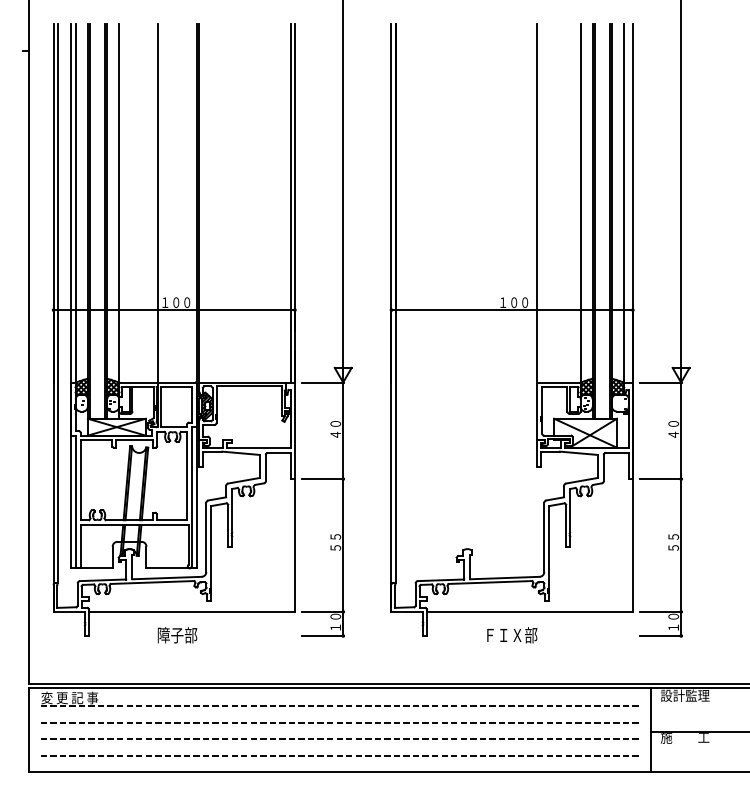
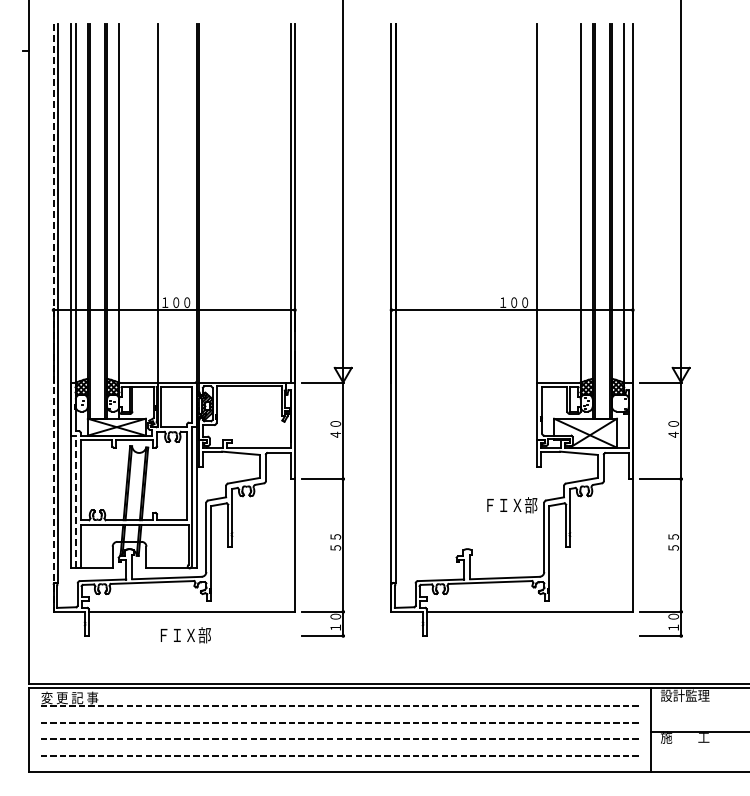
line at (53, 317): solid -> dashed
line at (76, 501): solid -> dashed
text at (183, 635): 障子部 -> ＦＩＸ部
text at (512, 635) position: (512, 635) -> (512, 505)
